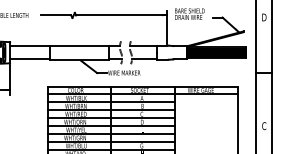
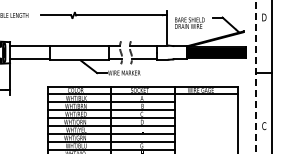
text at (189, 13) position: (189, 13) -> (189, 22)
line at (256, 76): solid -> dashed
